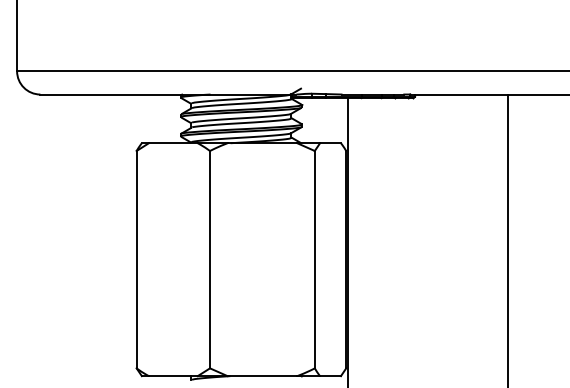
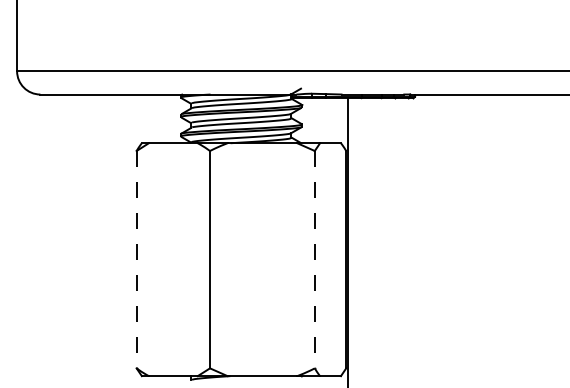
line at (507, 239): present -> none
line at (136, 259): solid -> dashed
line at (314, 259): solid -> dashed
